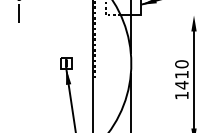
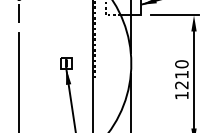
line at (175, 15): none -> present
line at (19, 81): none -> present
text at (181, 84): 1410 -> 1210
